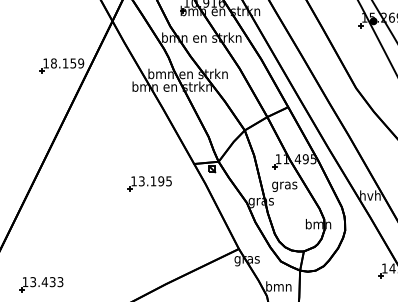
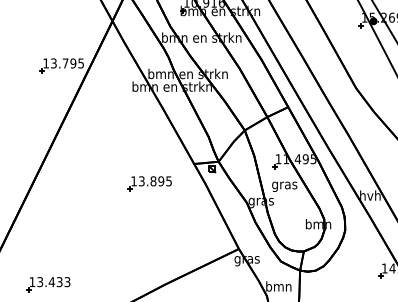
text at (67, 63): 18.159 -> 13.795
text at (153, 181): 13.195 -> 13.895
part at (41, 284) position: (41, 284) -> (48, 284)
